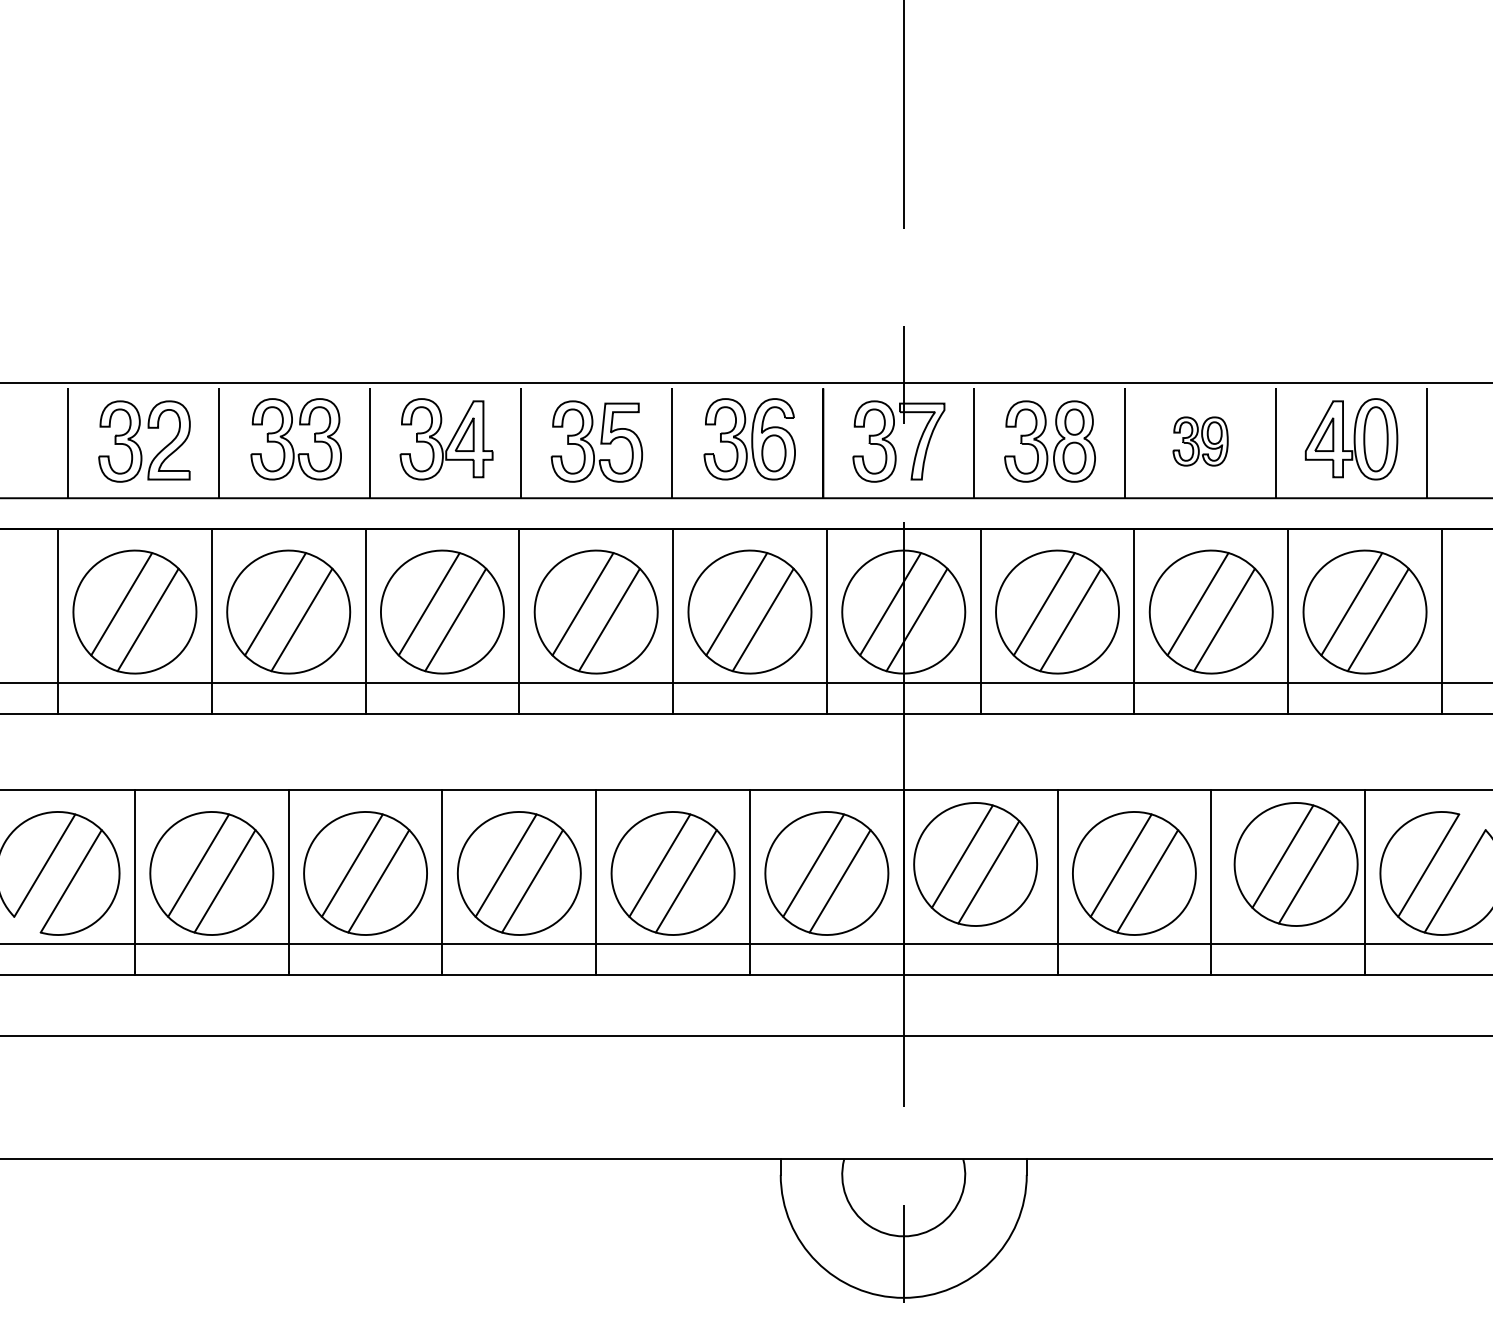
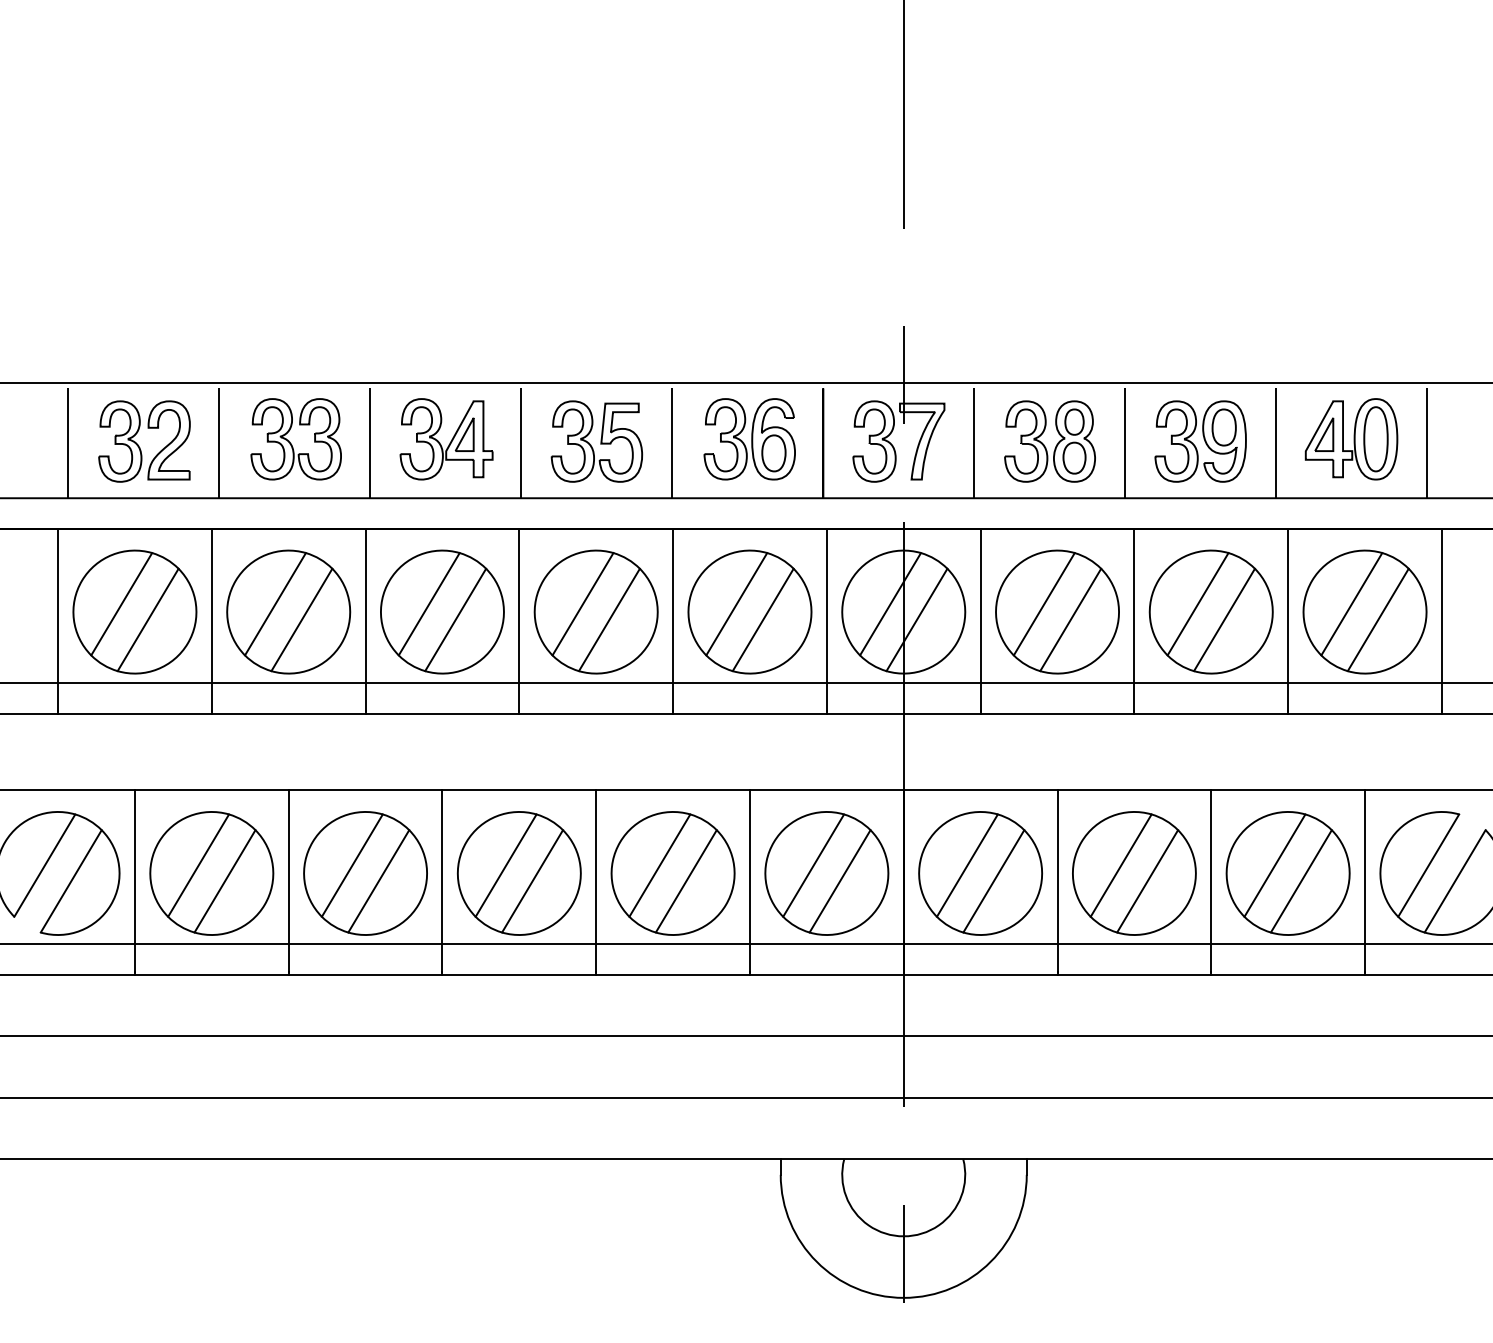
part at (1200, 441) size: 57x51 px -> 93x83 px
part at (975, 864) position: (975, 864) -> (980, 873)
part at (1295, 864) position: (1295, 864) -> (1287, 873)
line at (745, 1097): none -> present
